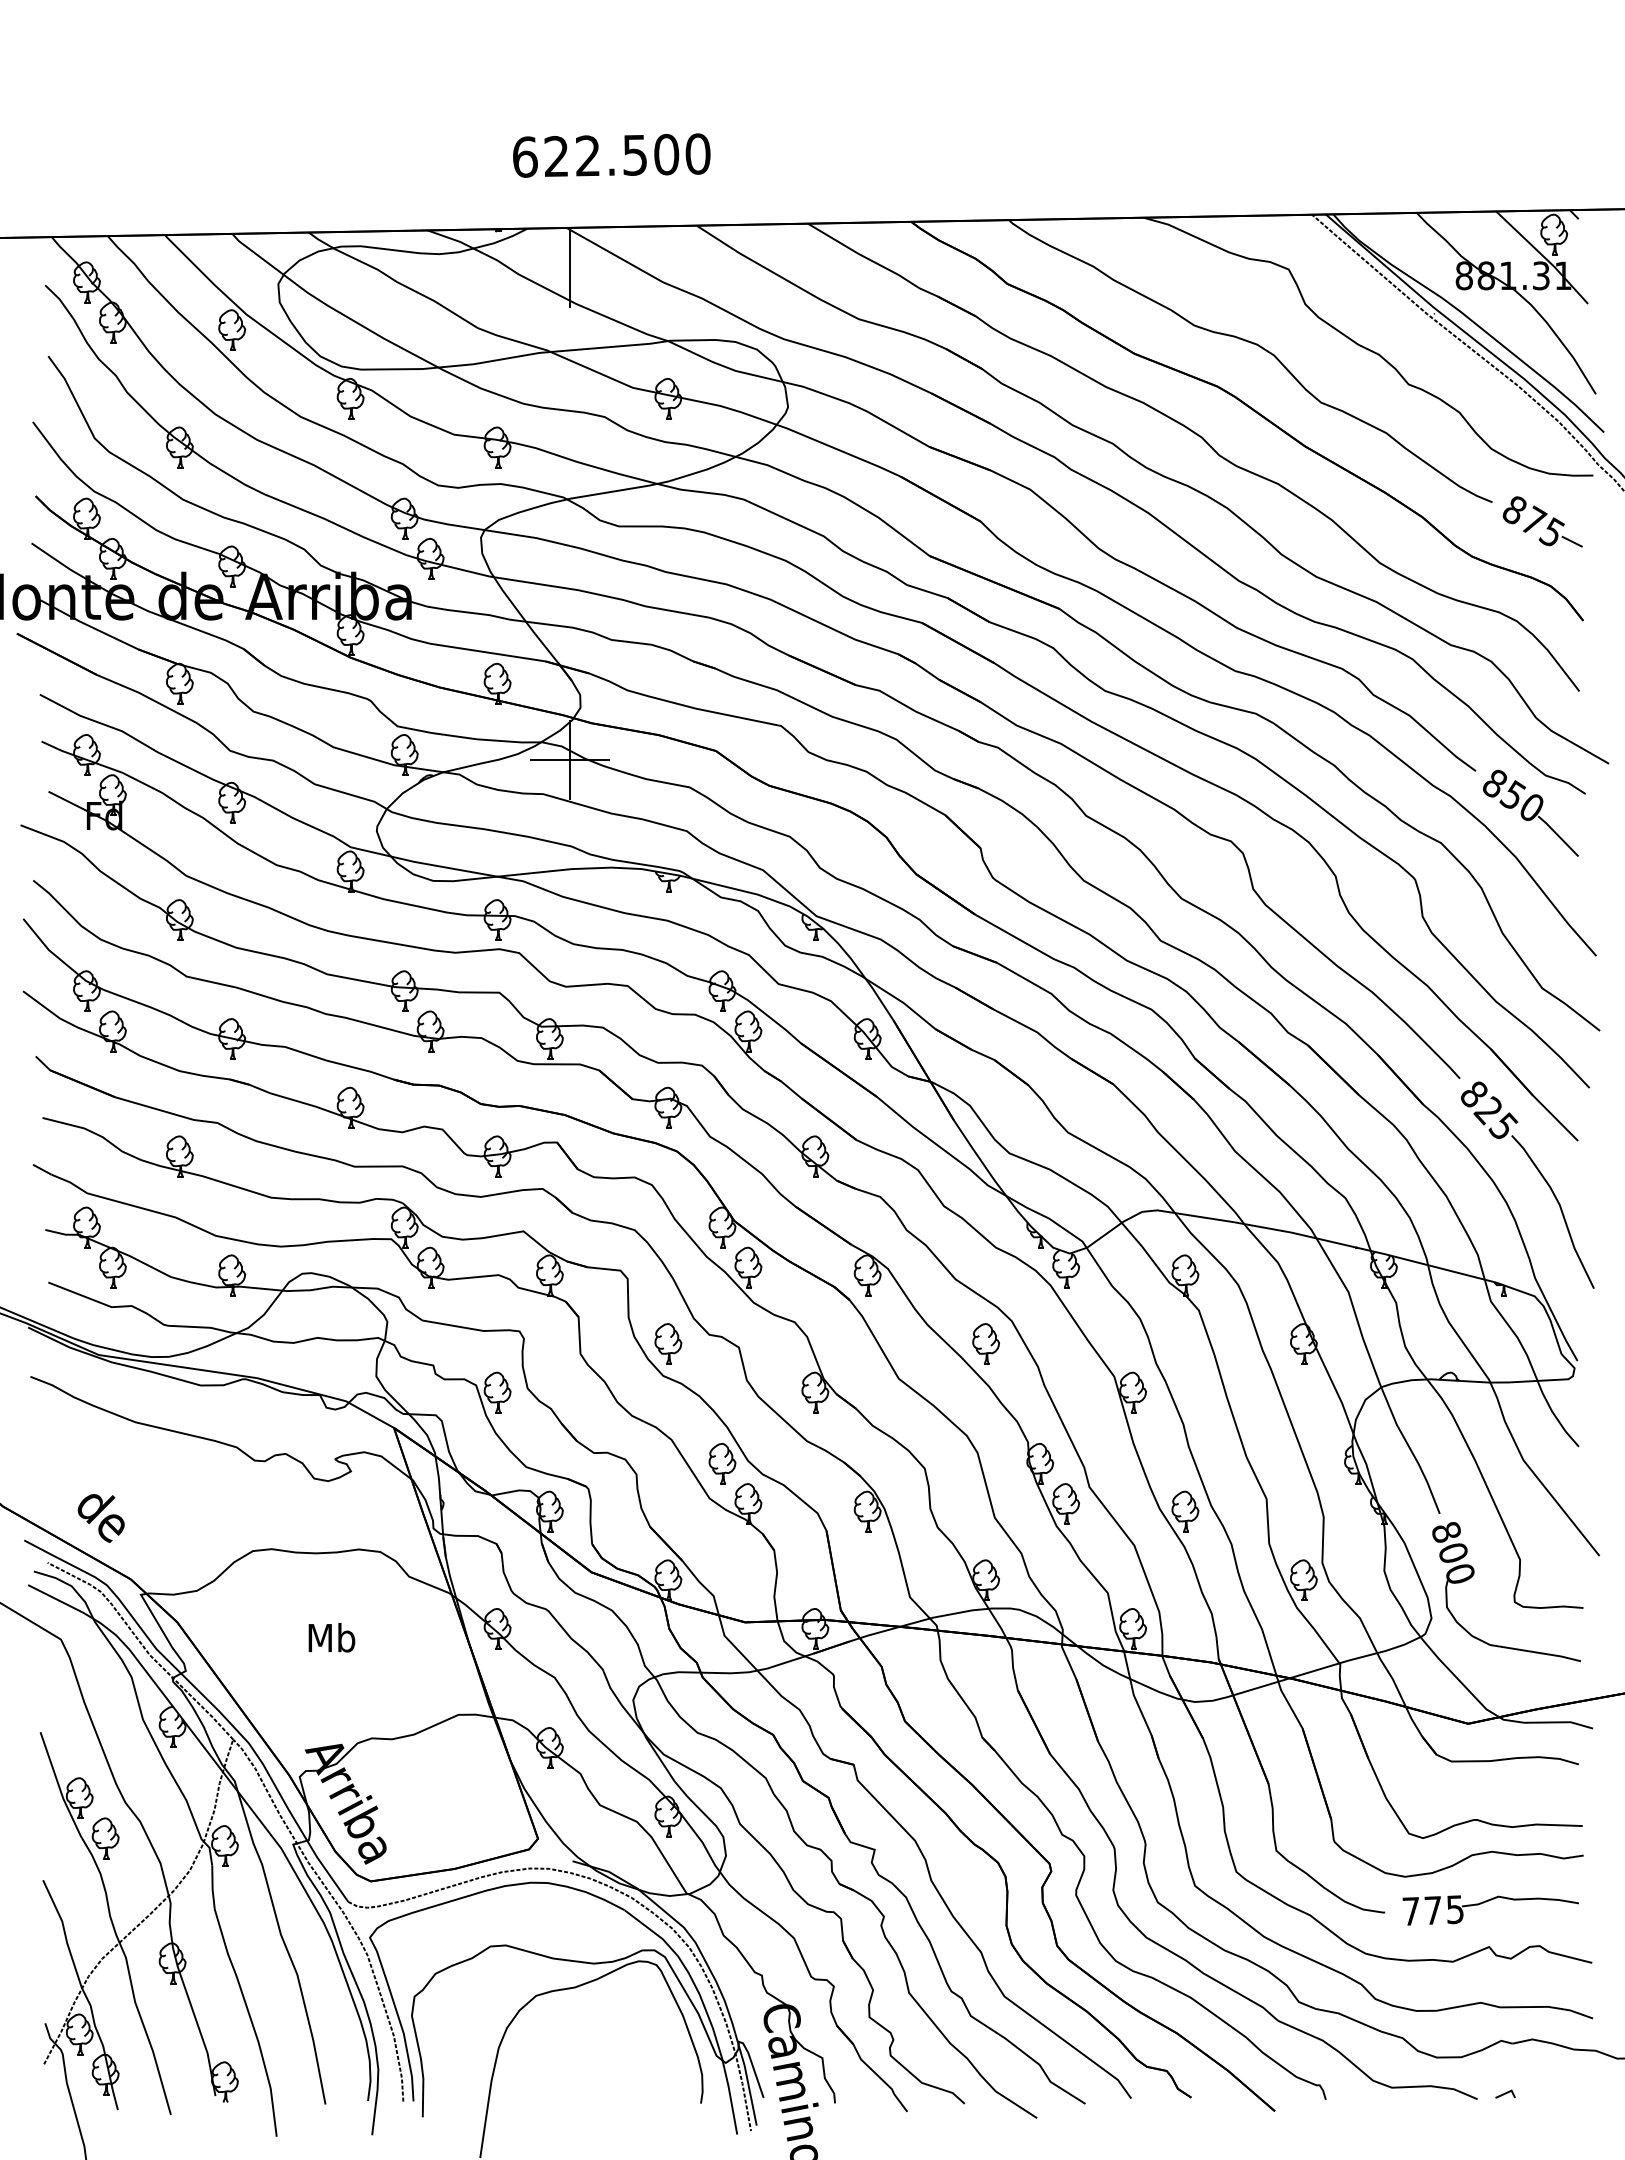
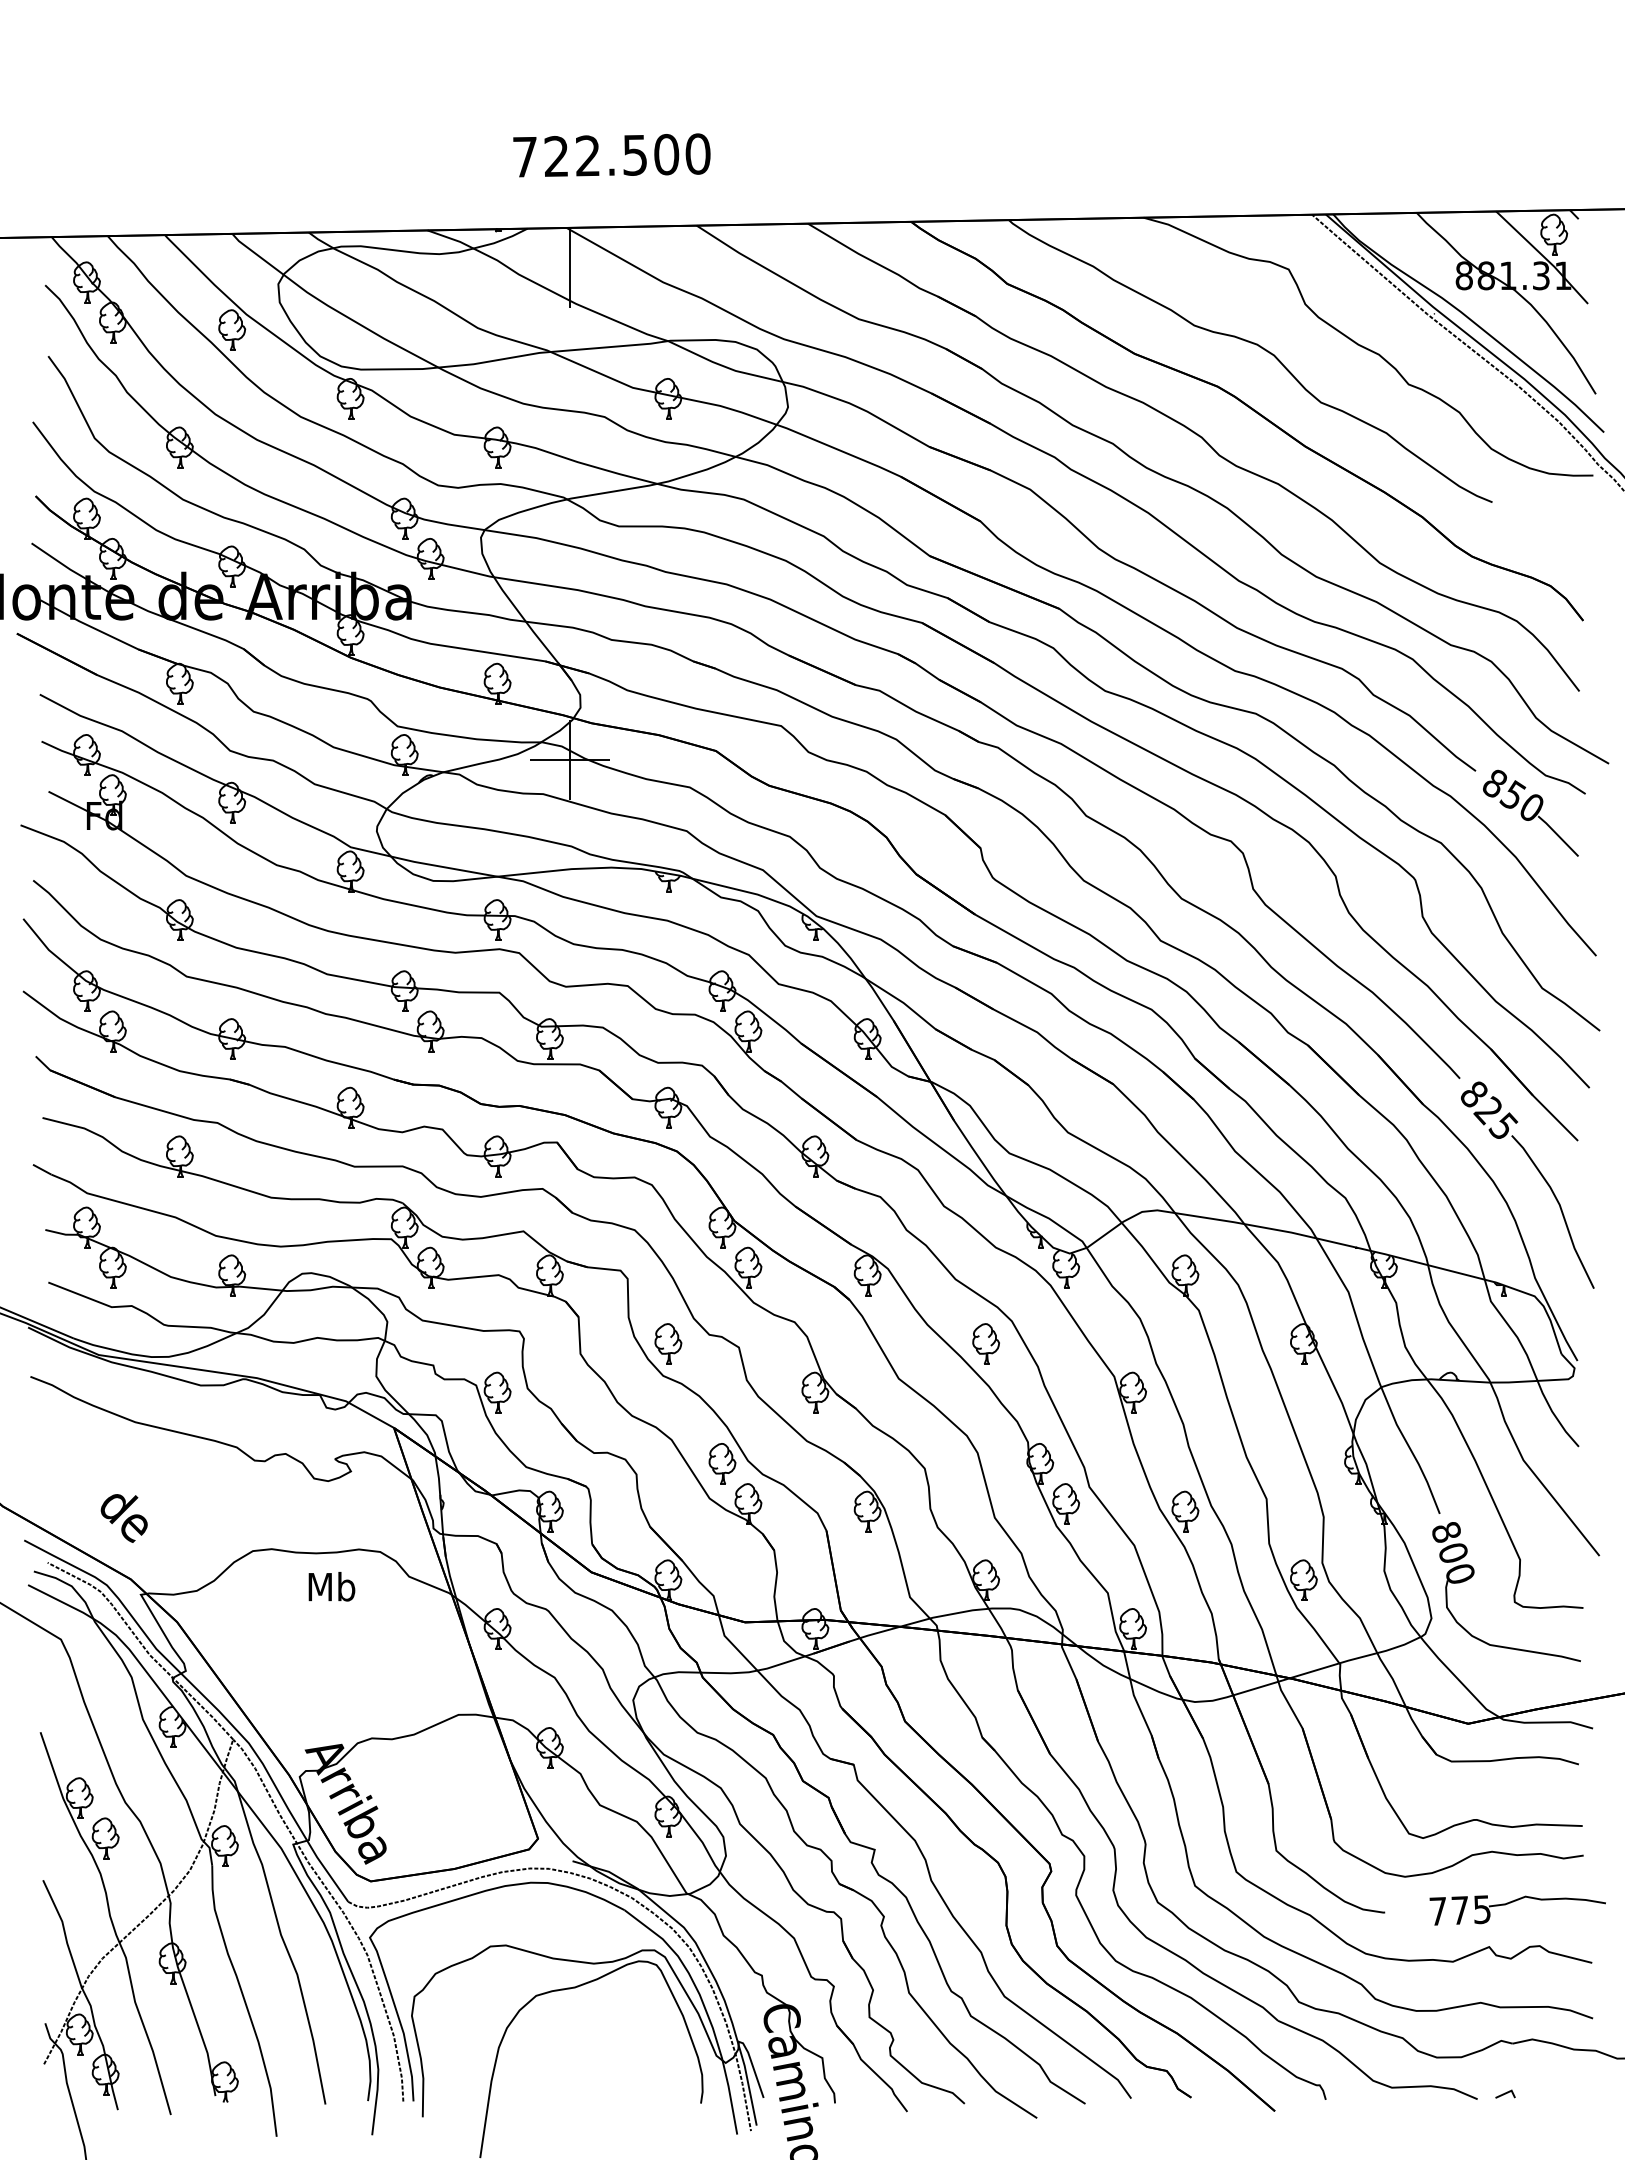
text at (525, 156): 622.500 -> 722.500
part at (1542, 521): present -> none
text at (100, 1518) position: (100, 1518) -> (123, 1518)
text at (331, 1637) position: (331, 1637) -> (331, 1586)
part at (1486, 1902) position: (1486, 1902) -> (1513, 1902)
